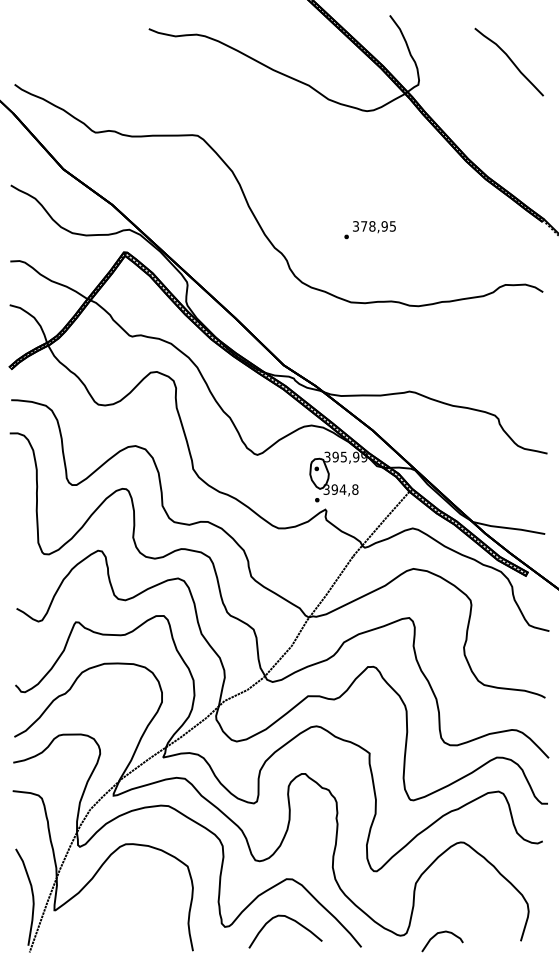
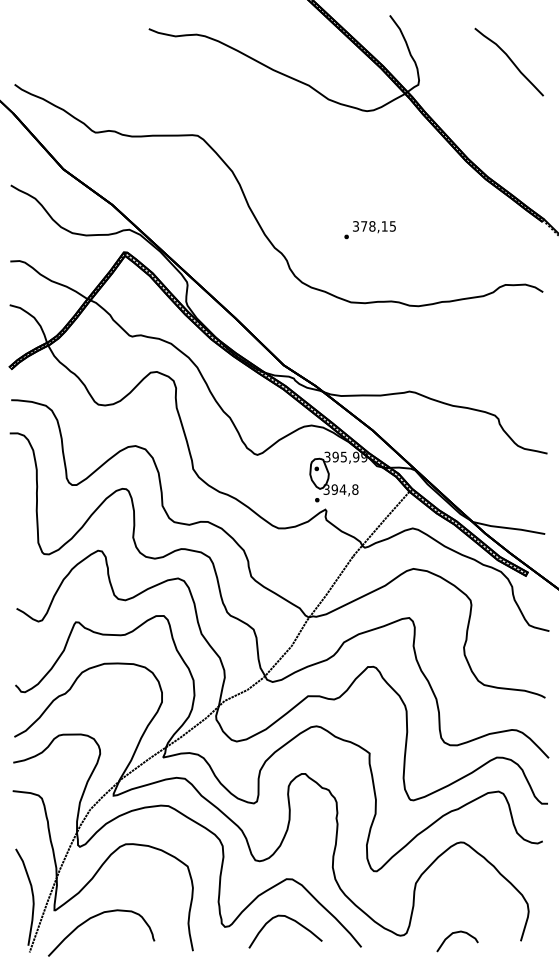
text at (384, 226): 378,95 -> 378,15
curve at (97, 916): none -> present
curve at (442, 933) position: (442, 933) -> (457, 933)
